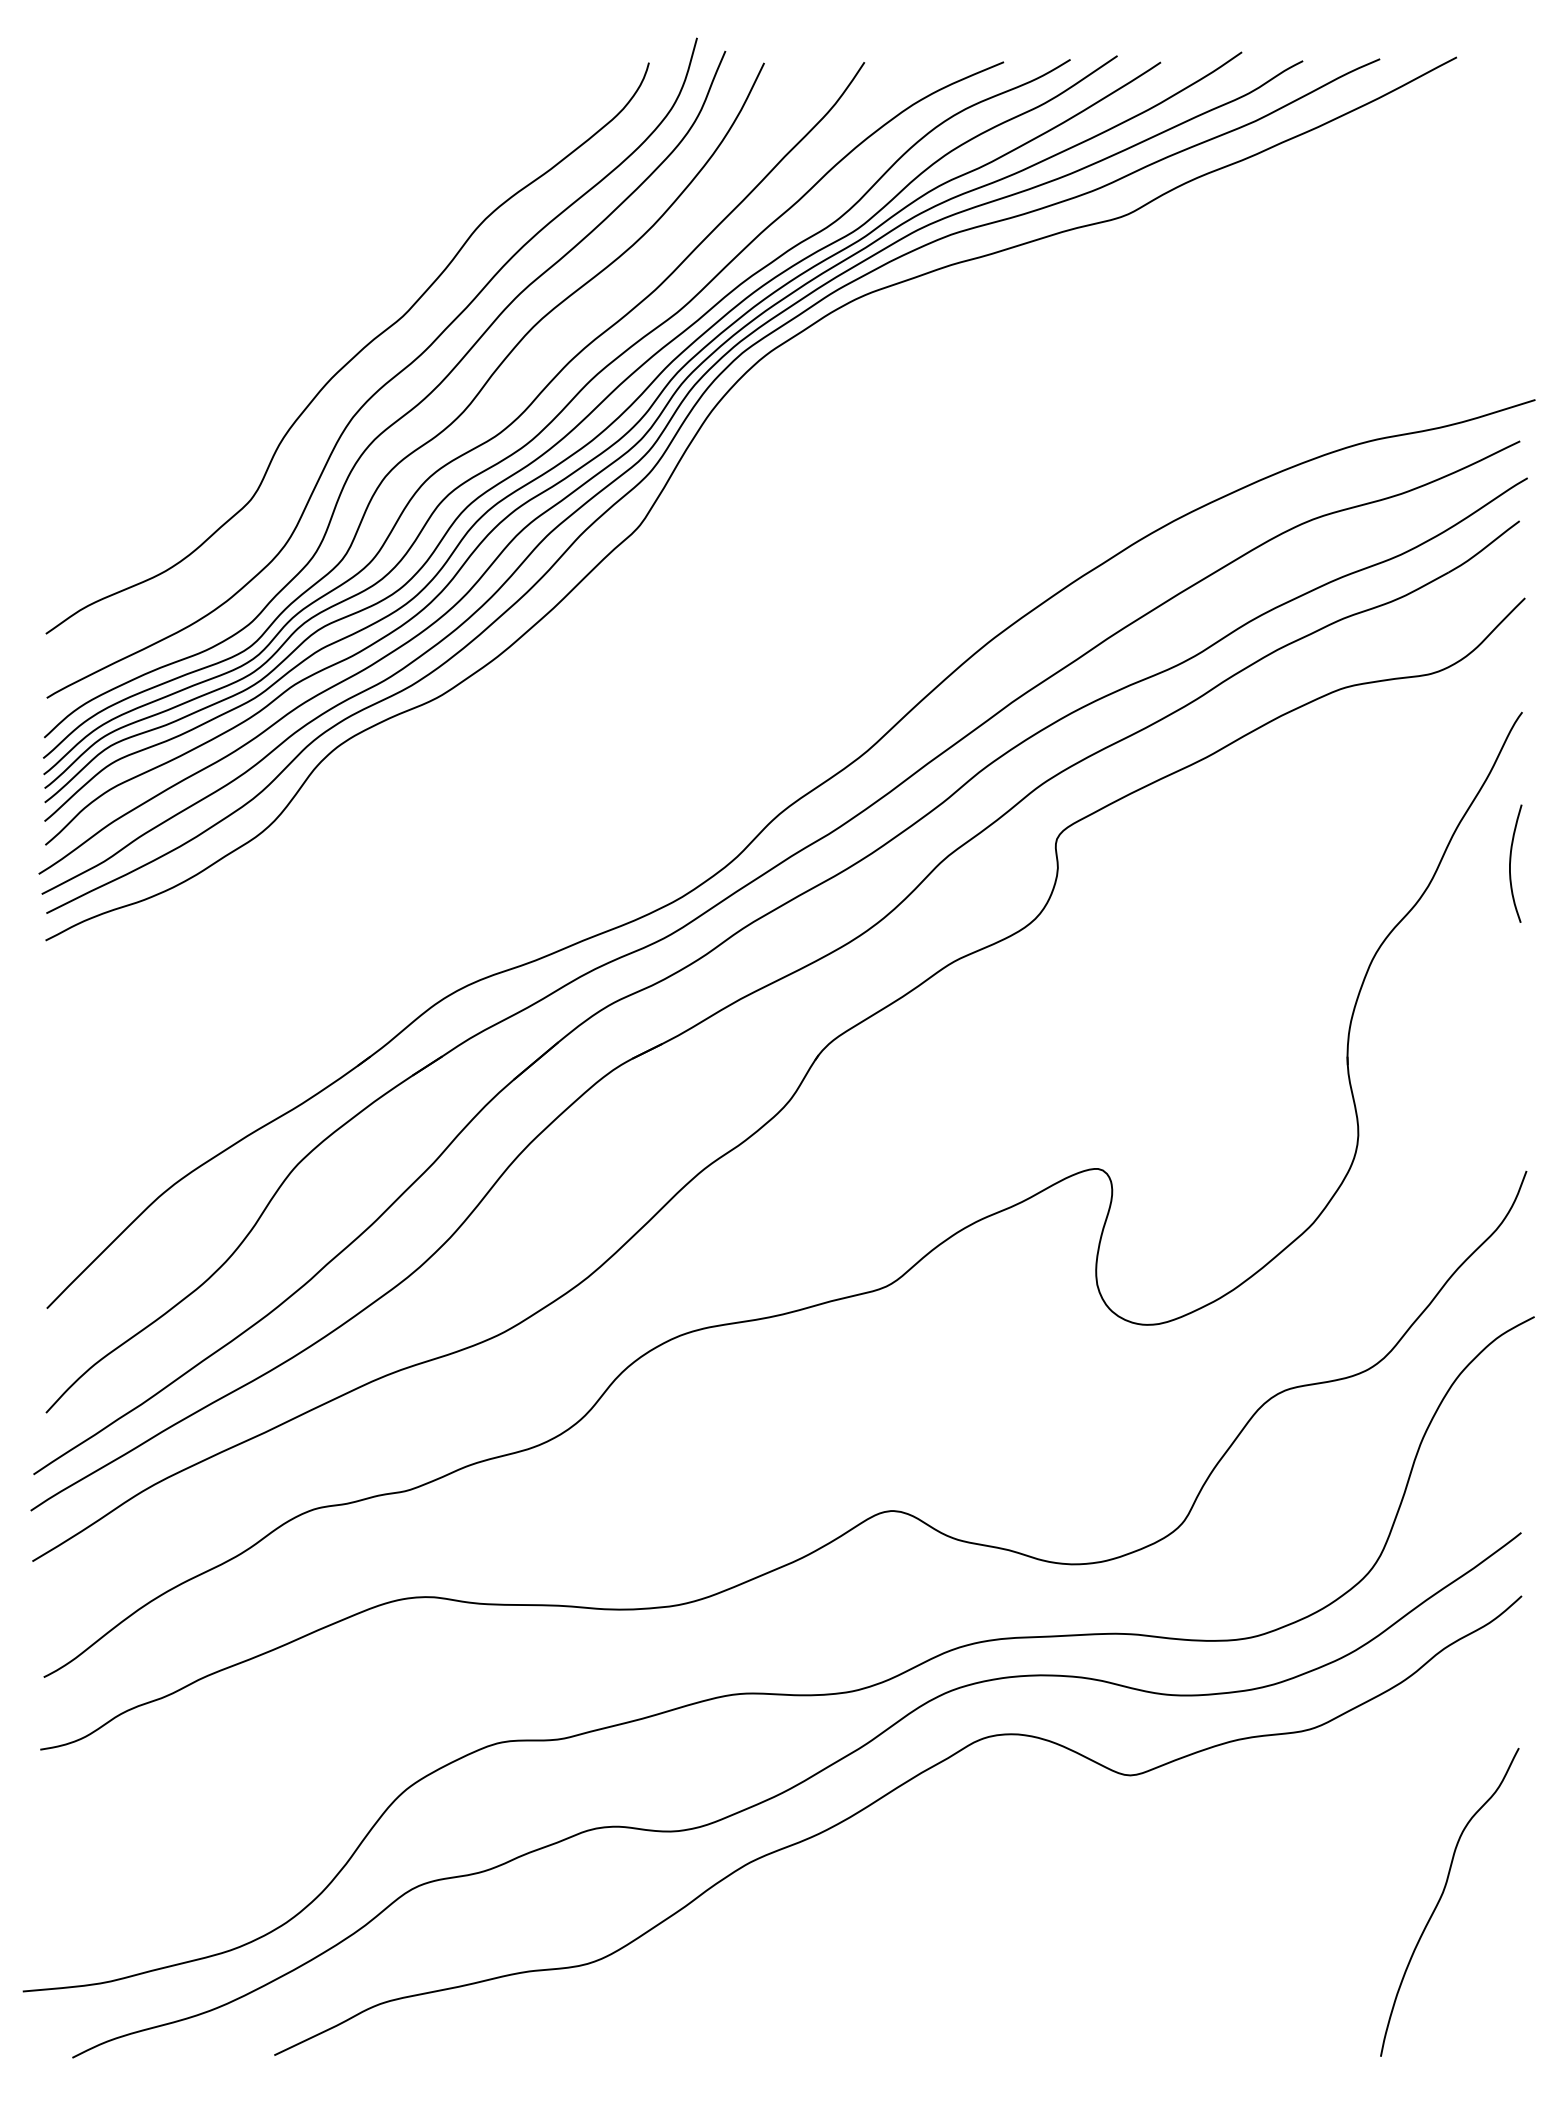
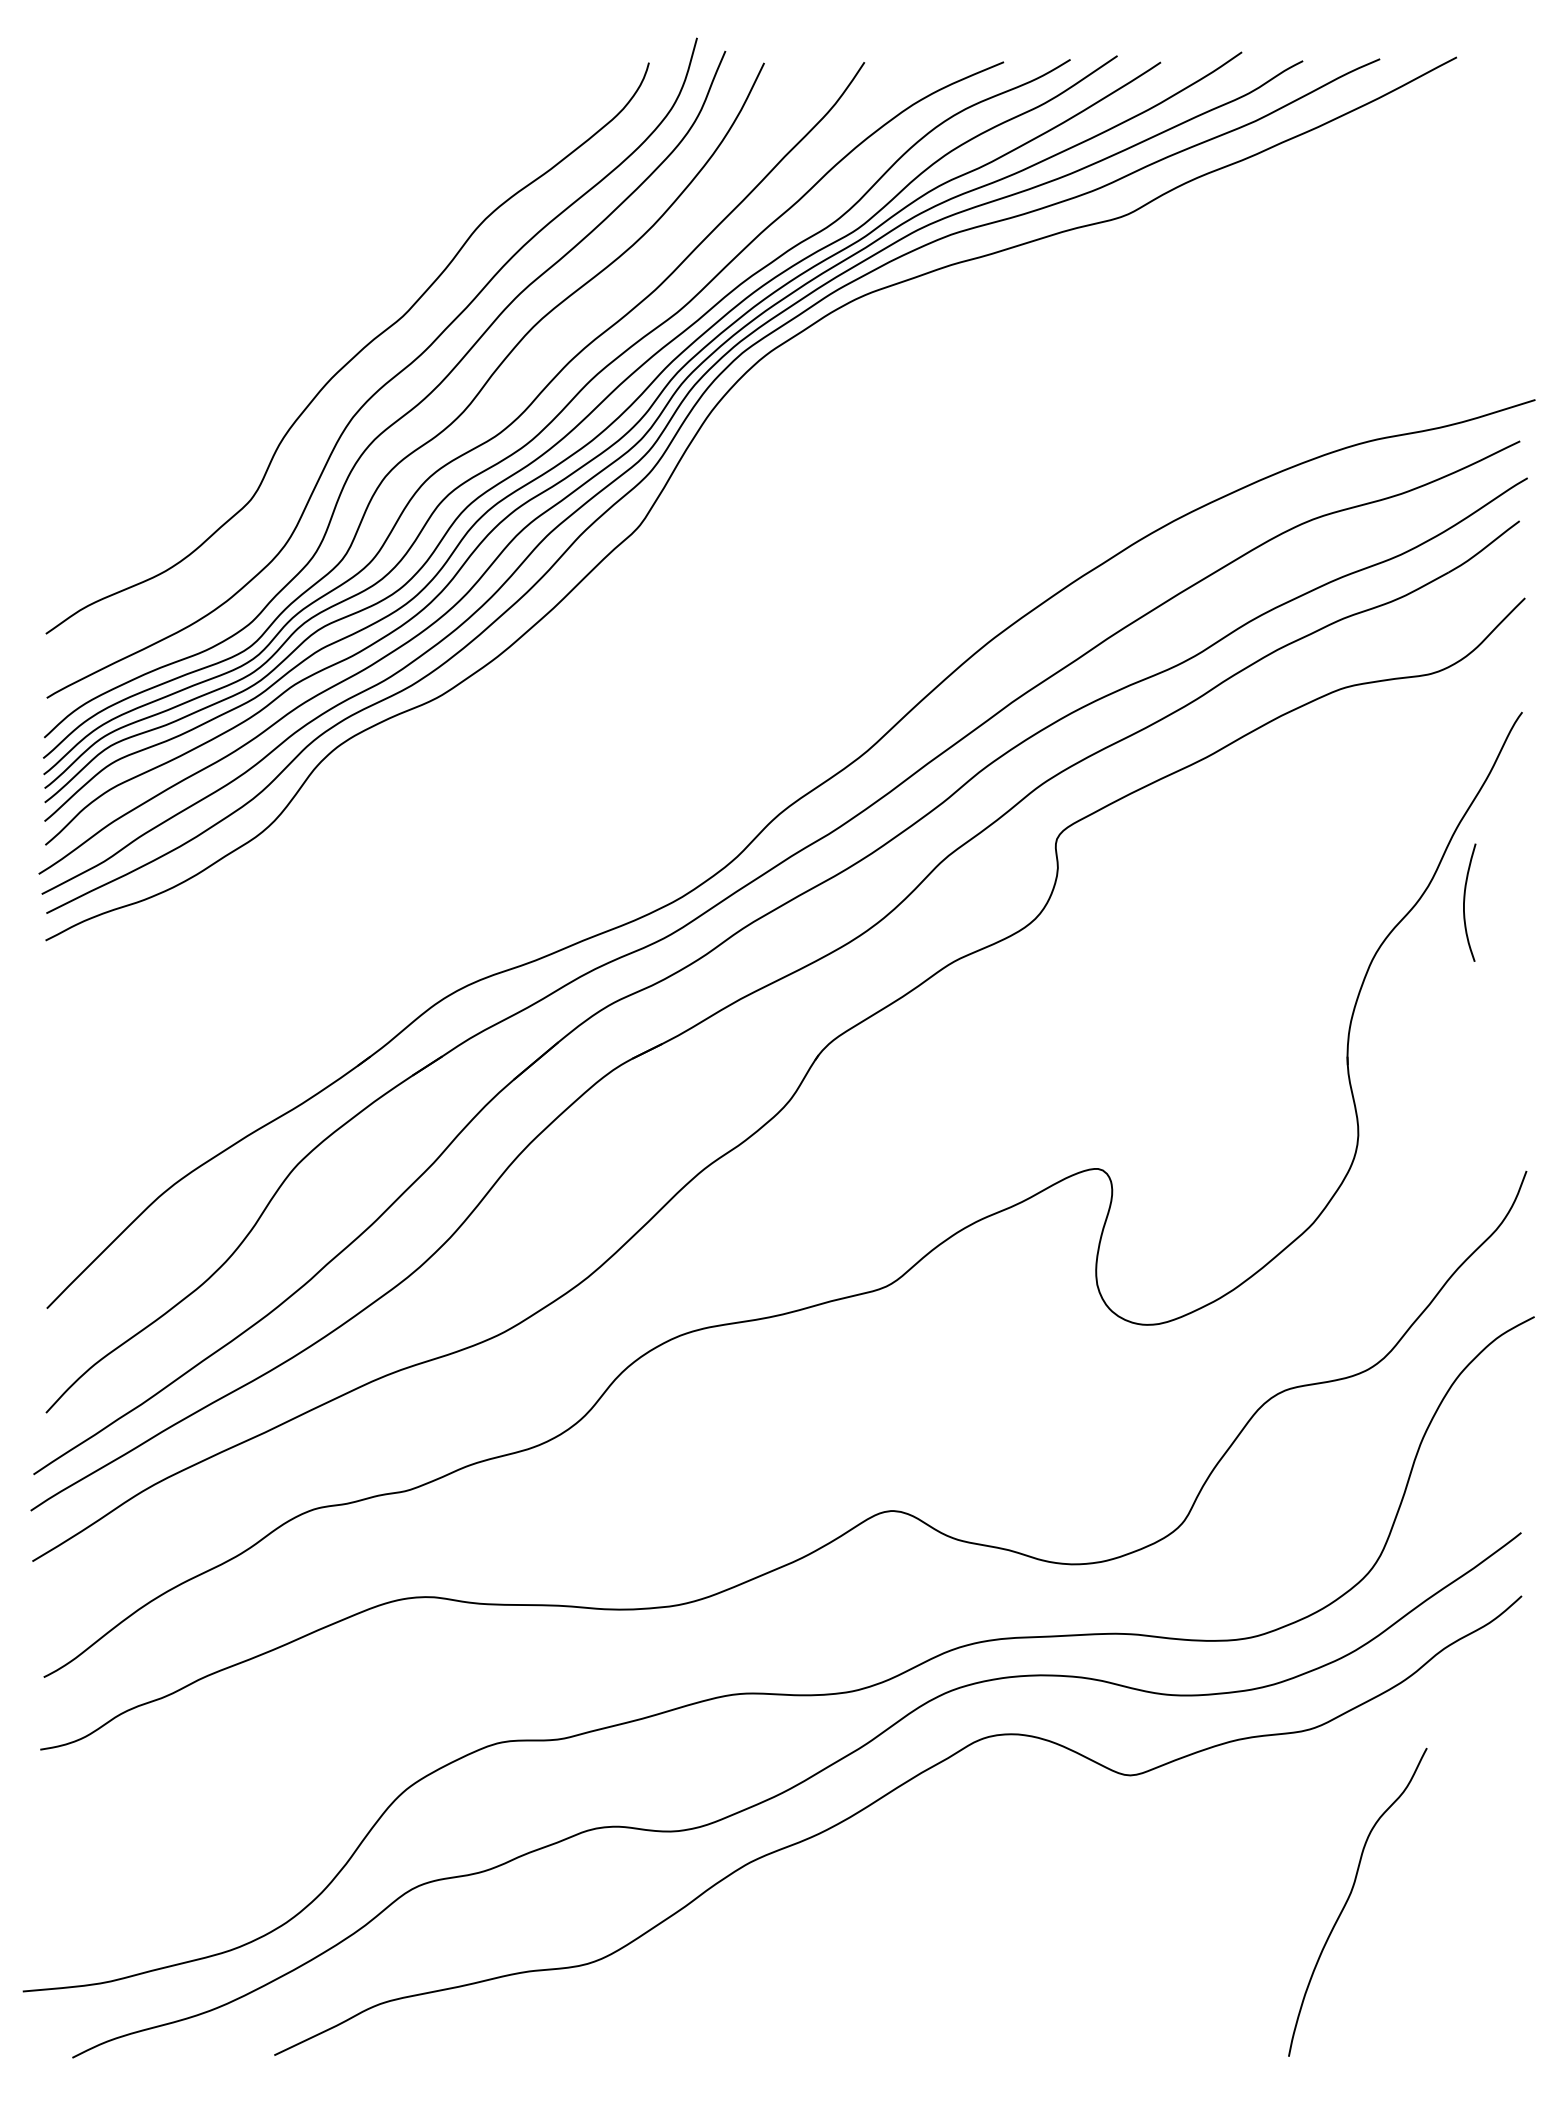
curve at (1511, 861) position: (1511, 861) -> (1465, 900)
curve at (1441, 1898) position: (1441, 1898) -> (1349, 1898)
